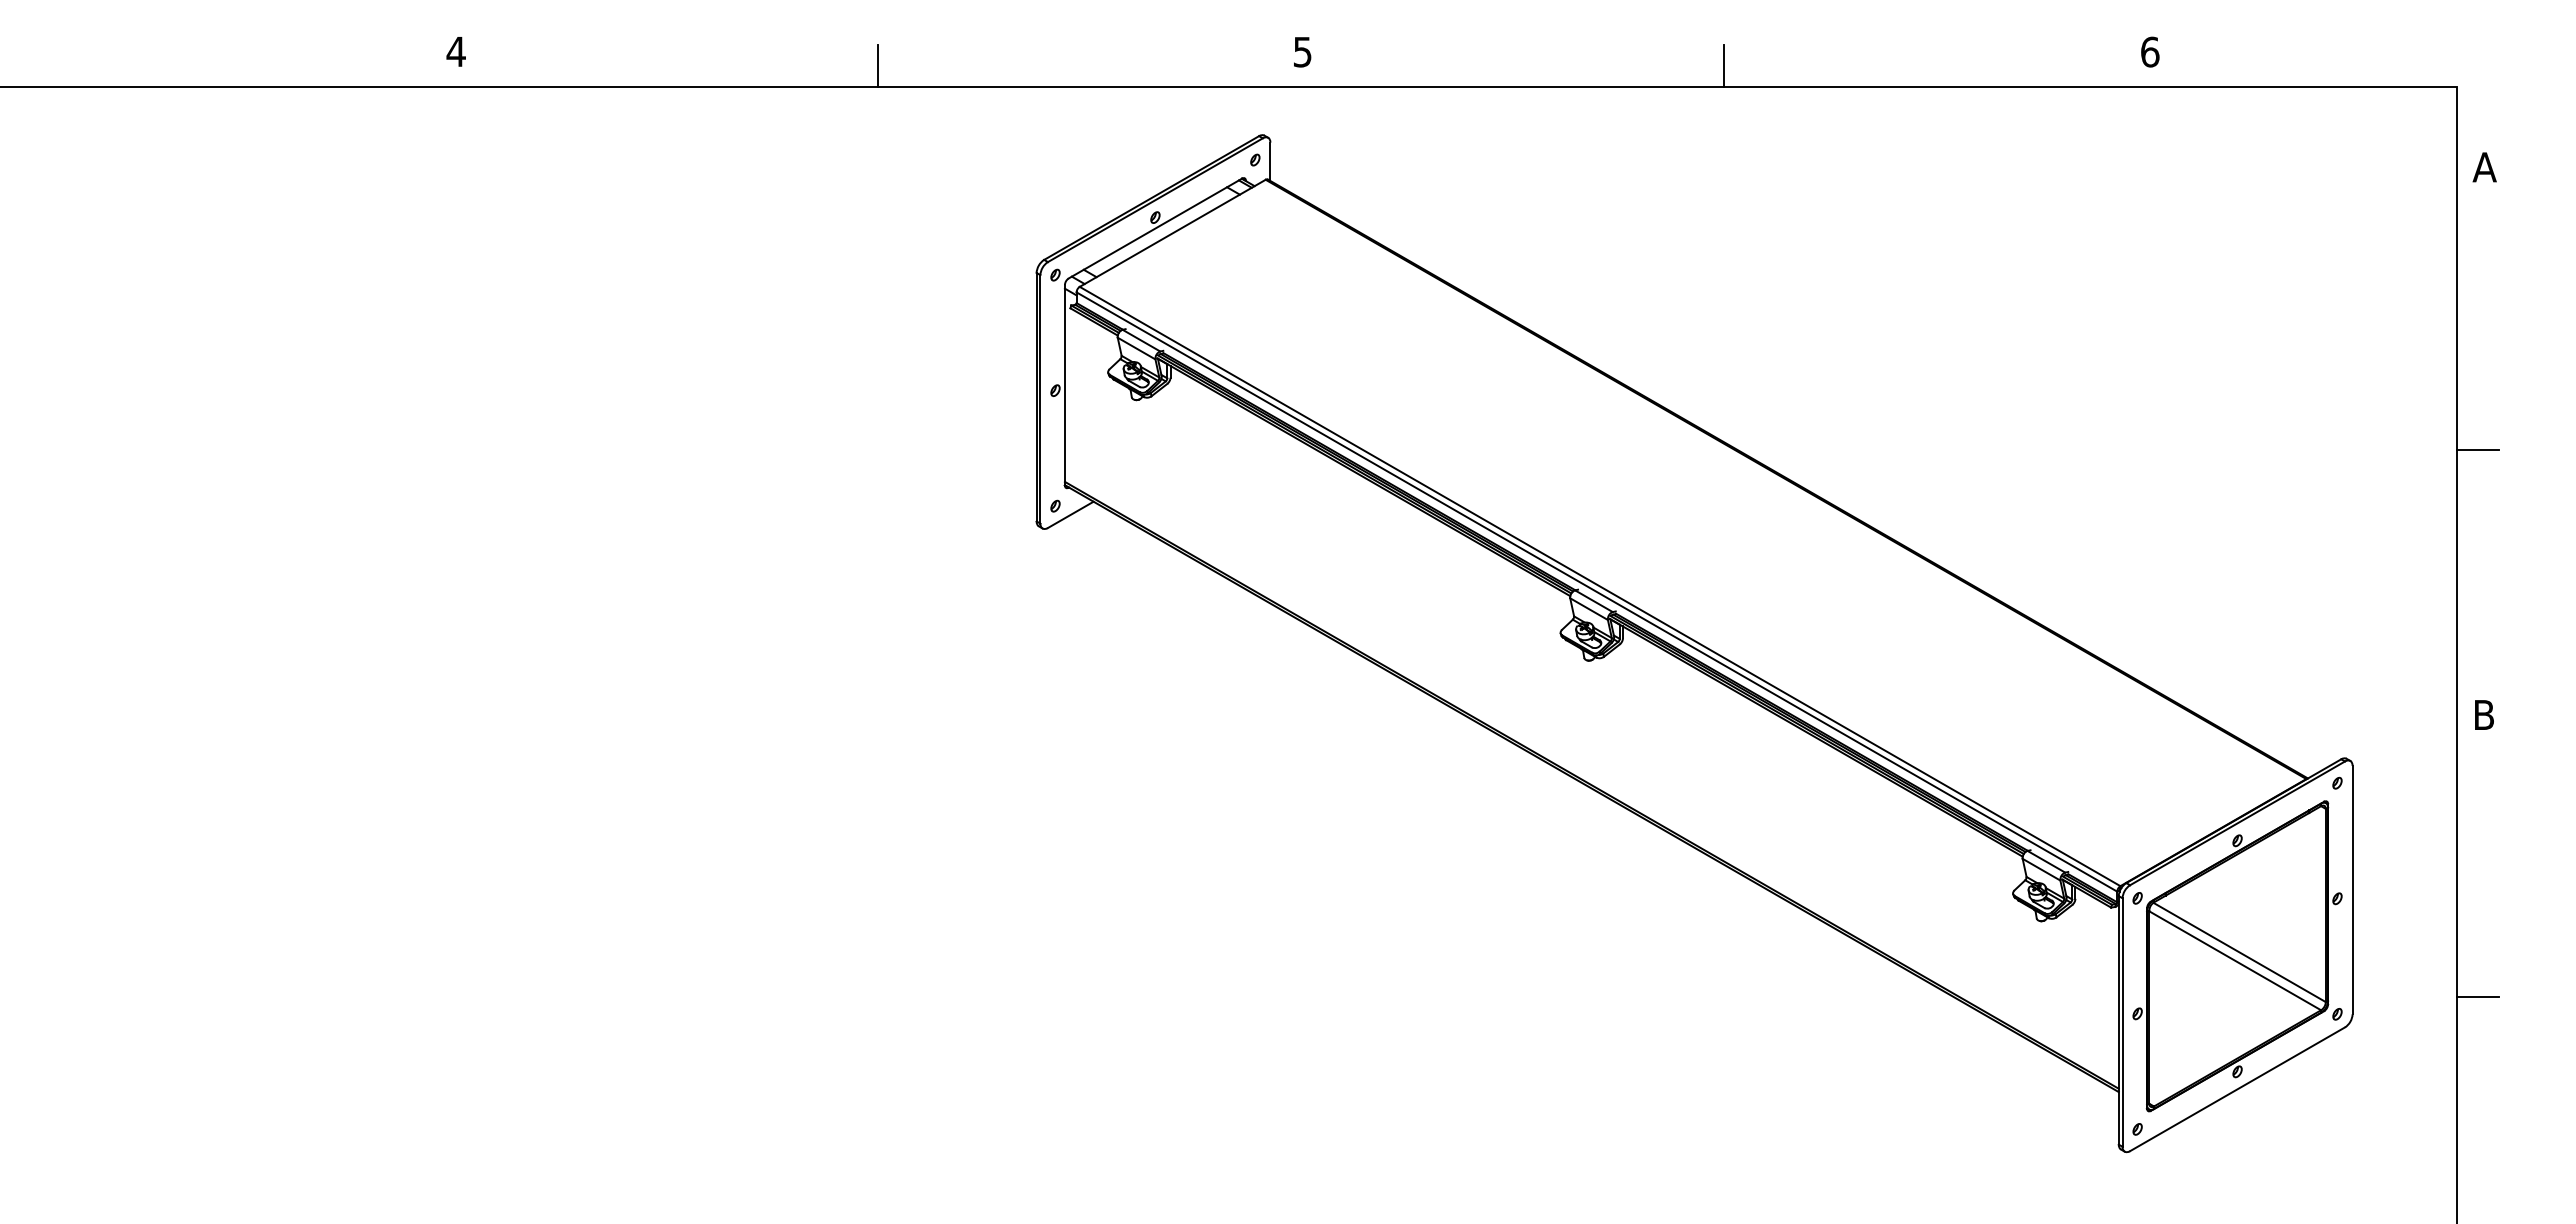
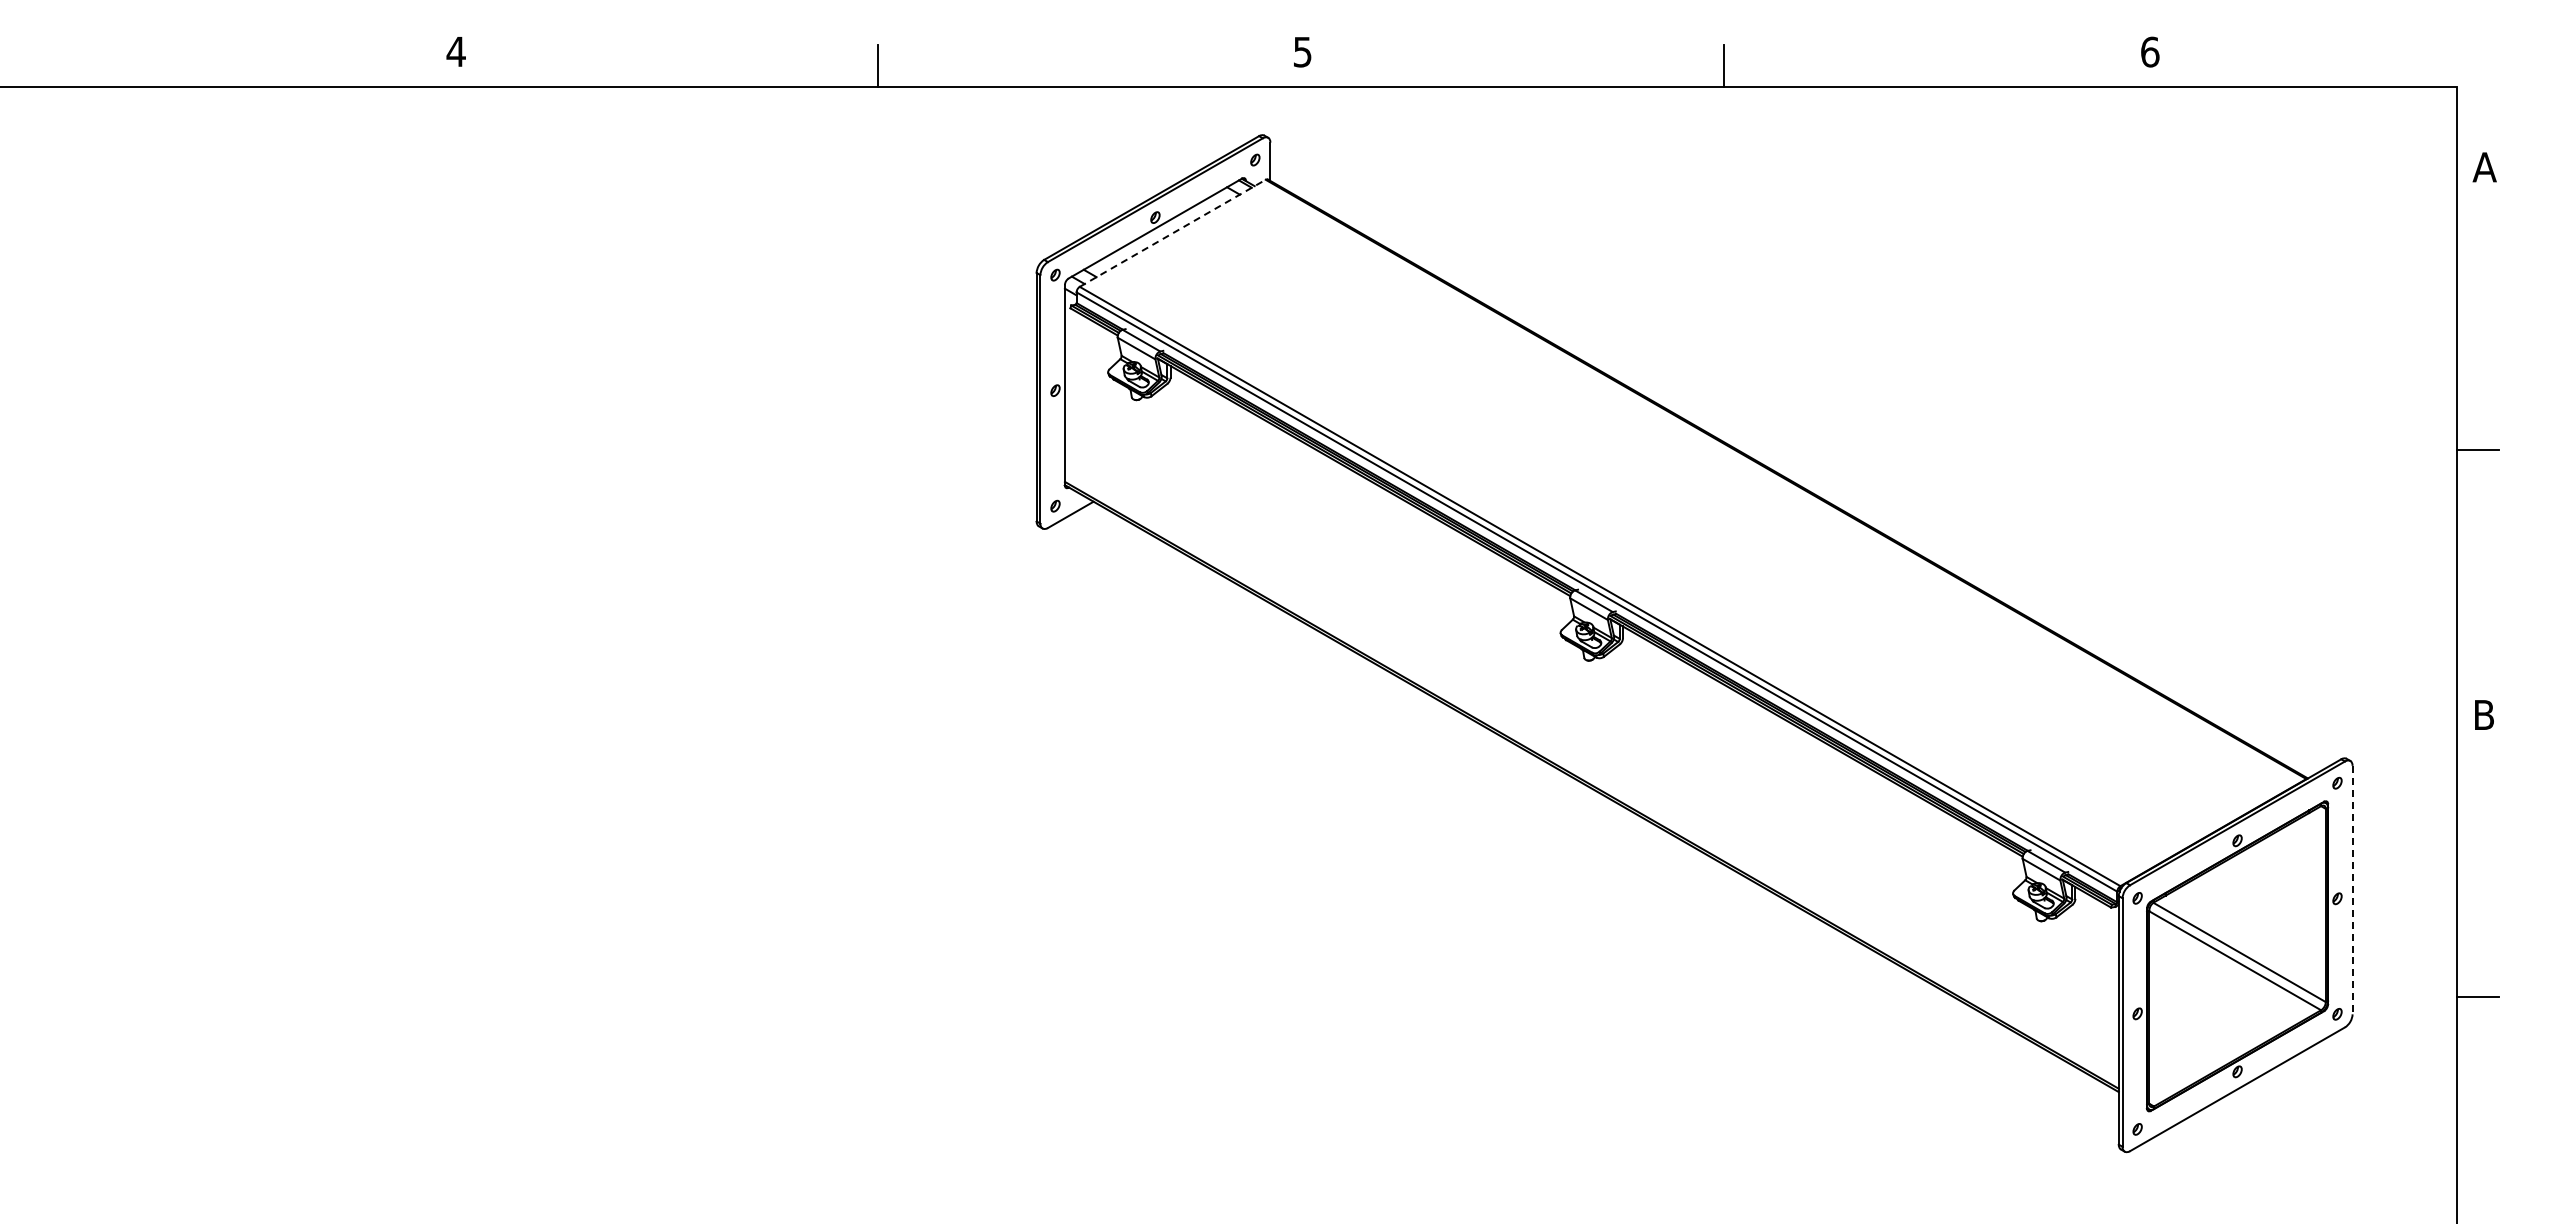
line at (1173, 233): solid -> dashed
line at (2352, 890): solid -> dashed
